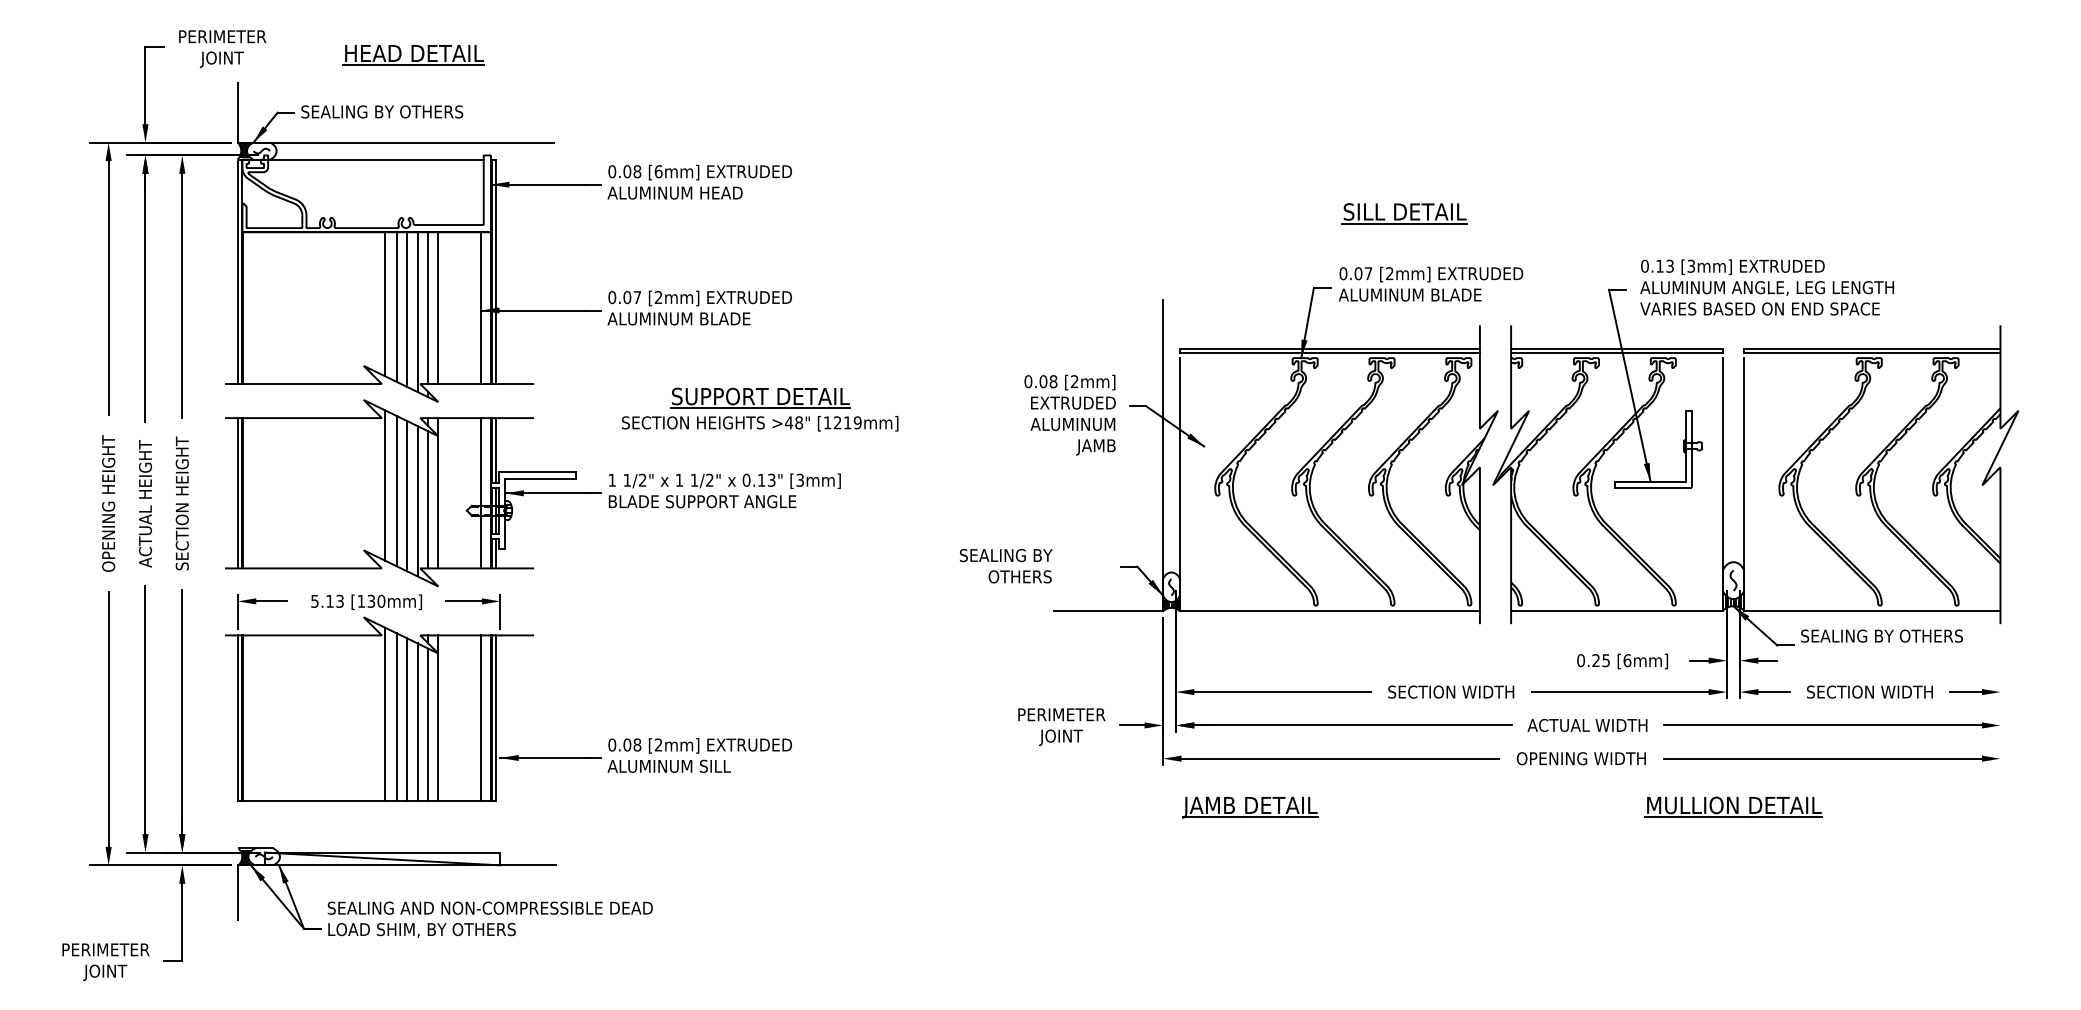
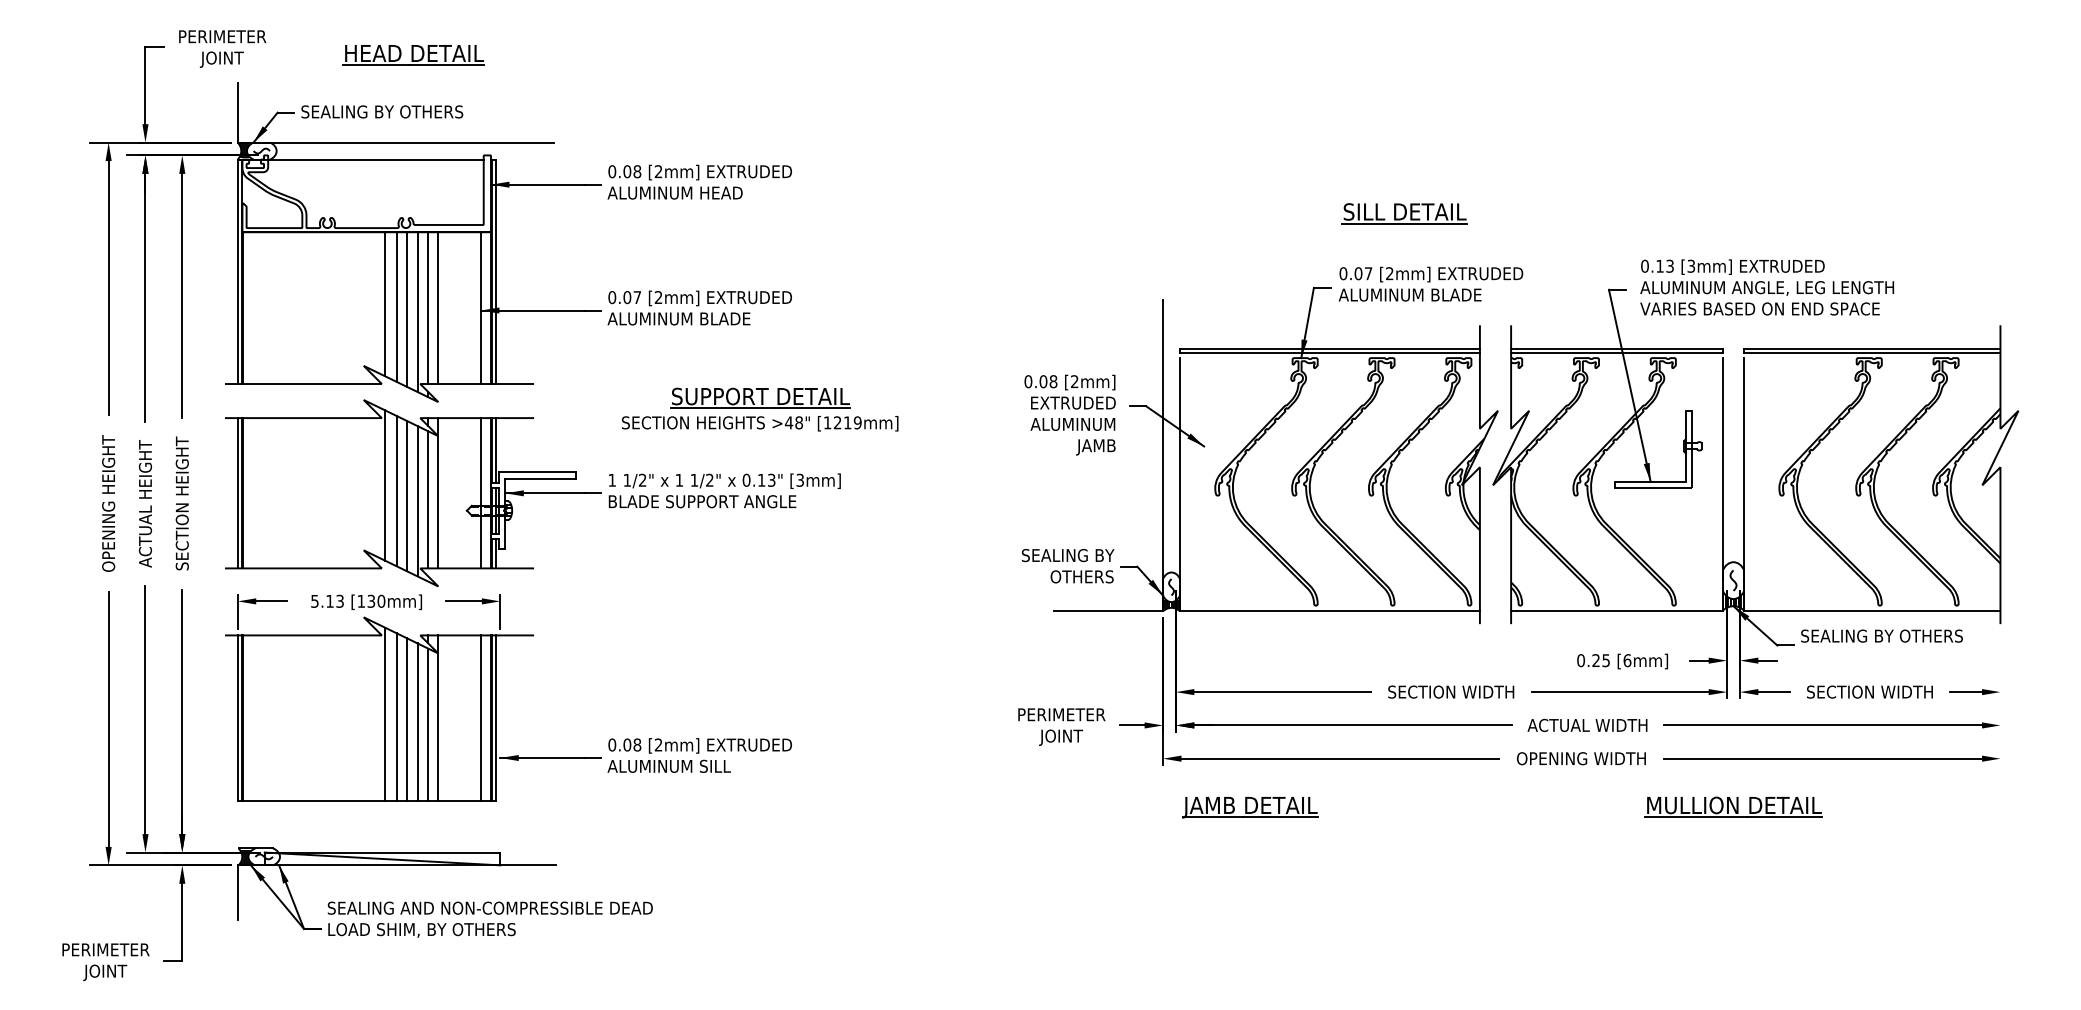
text at (658, 171): [6mm] -> [2mm]
text at (1006, 566) position: (1006, 566) -> (1068, 566)
